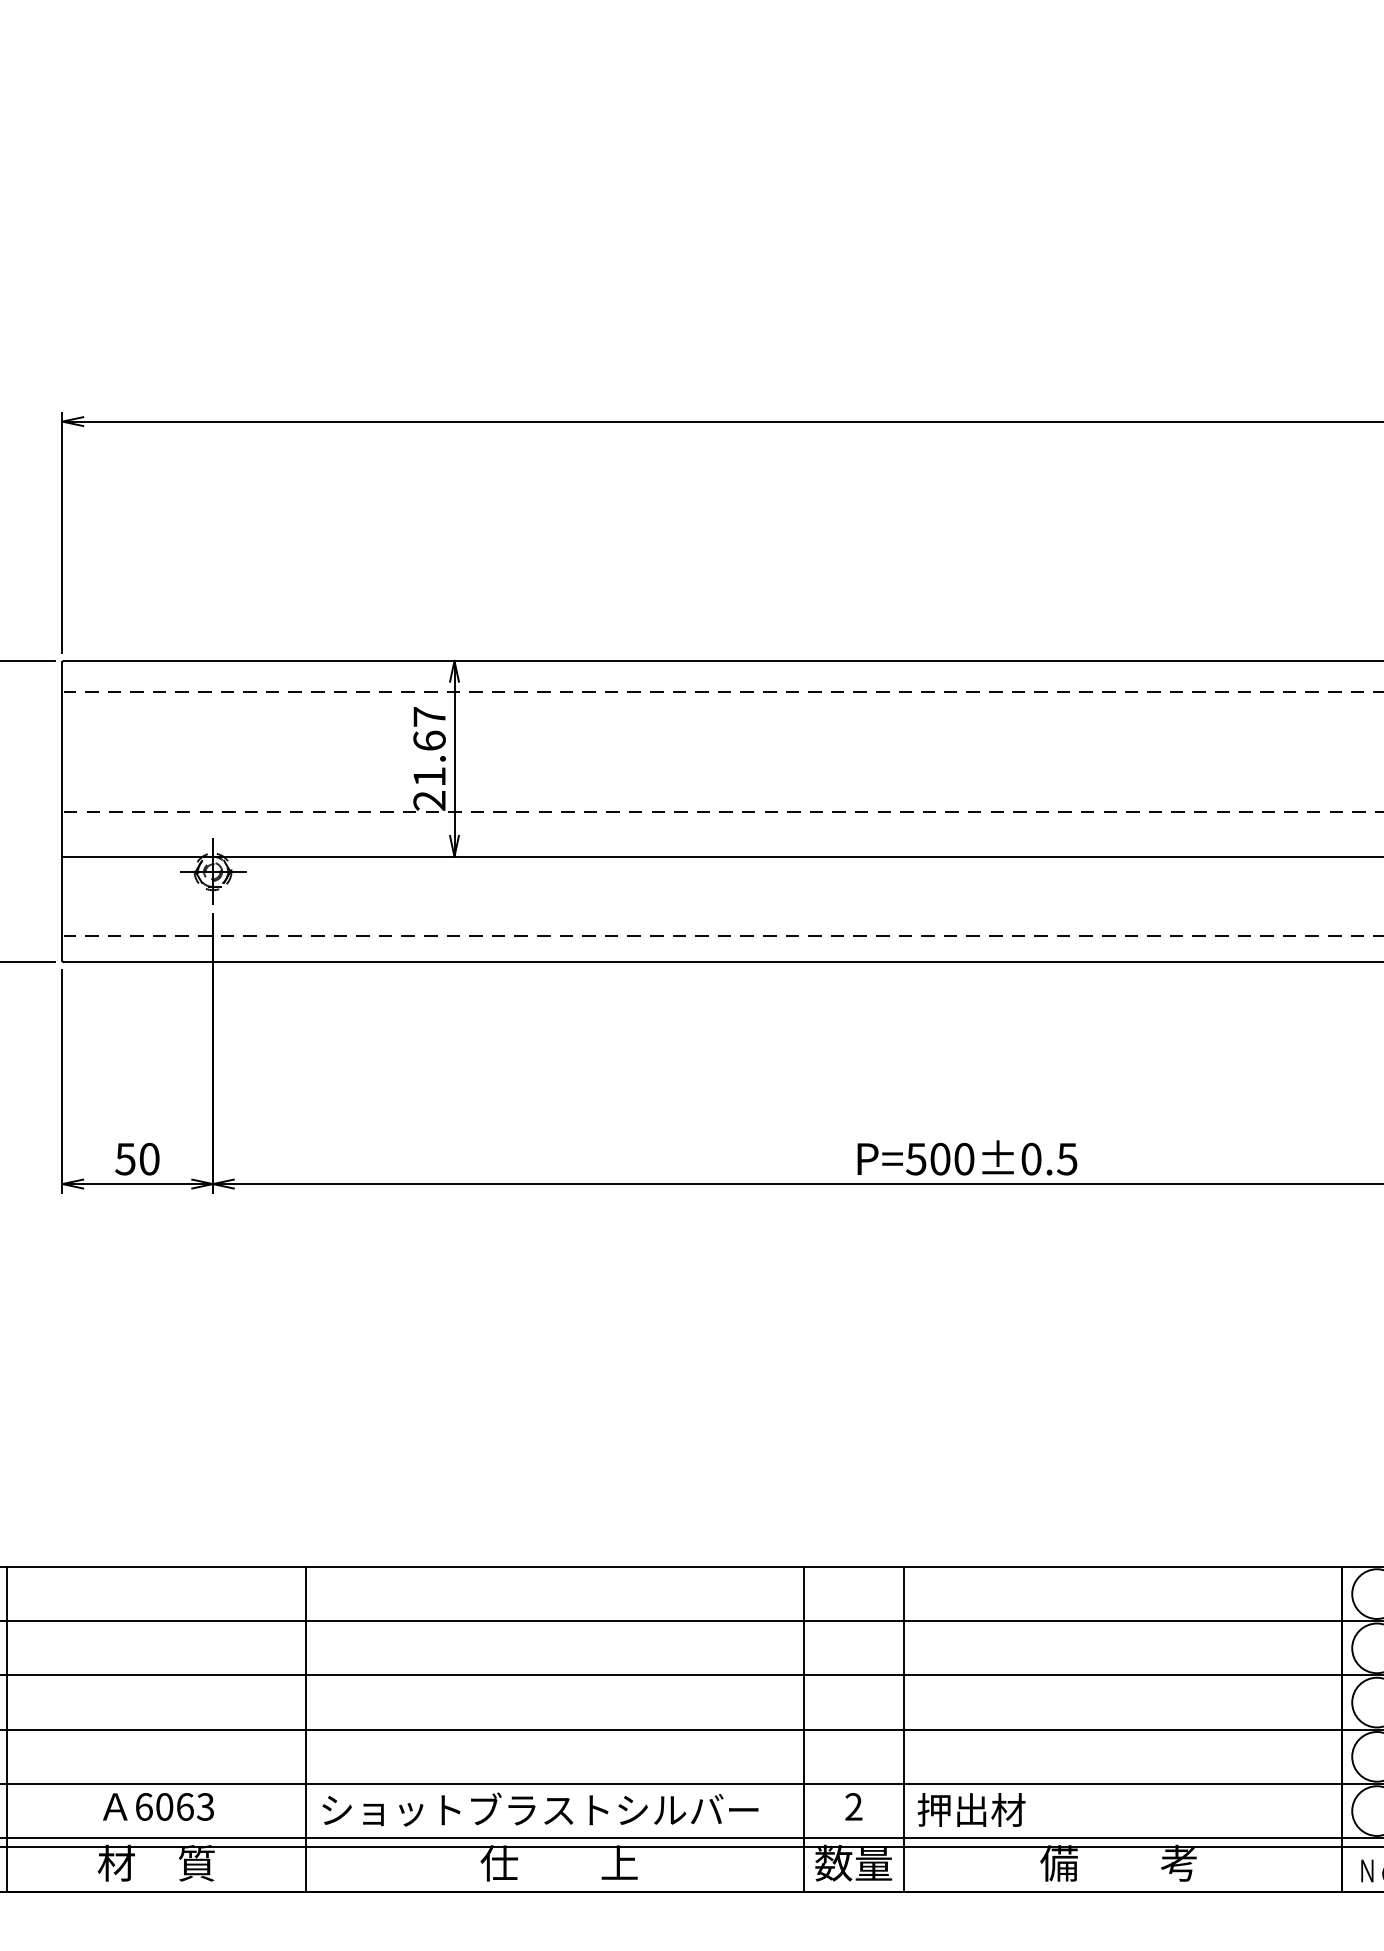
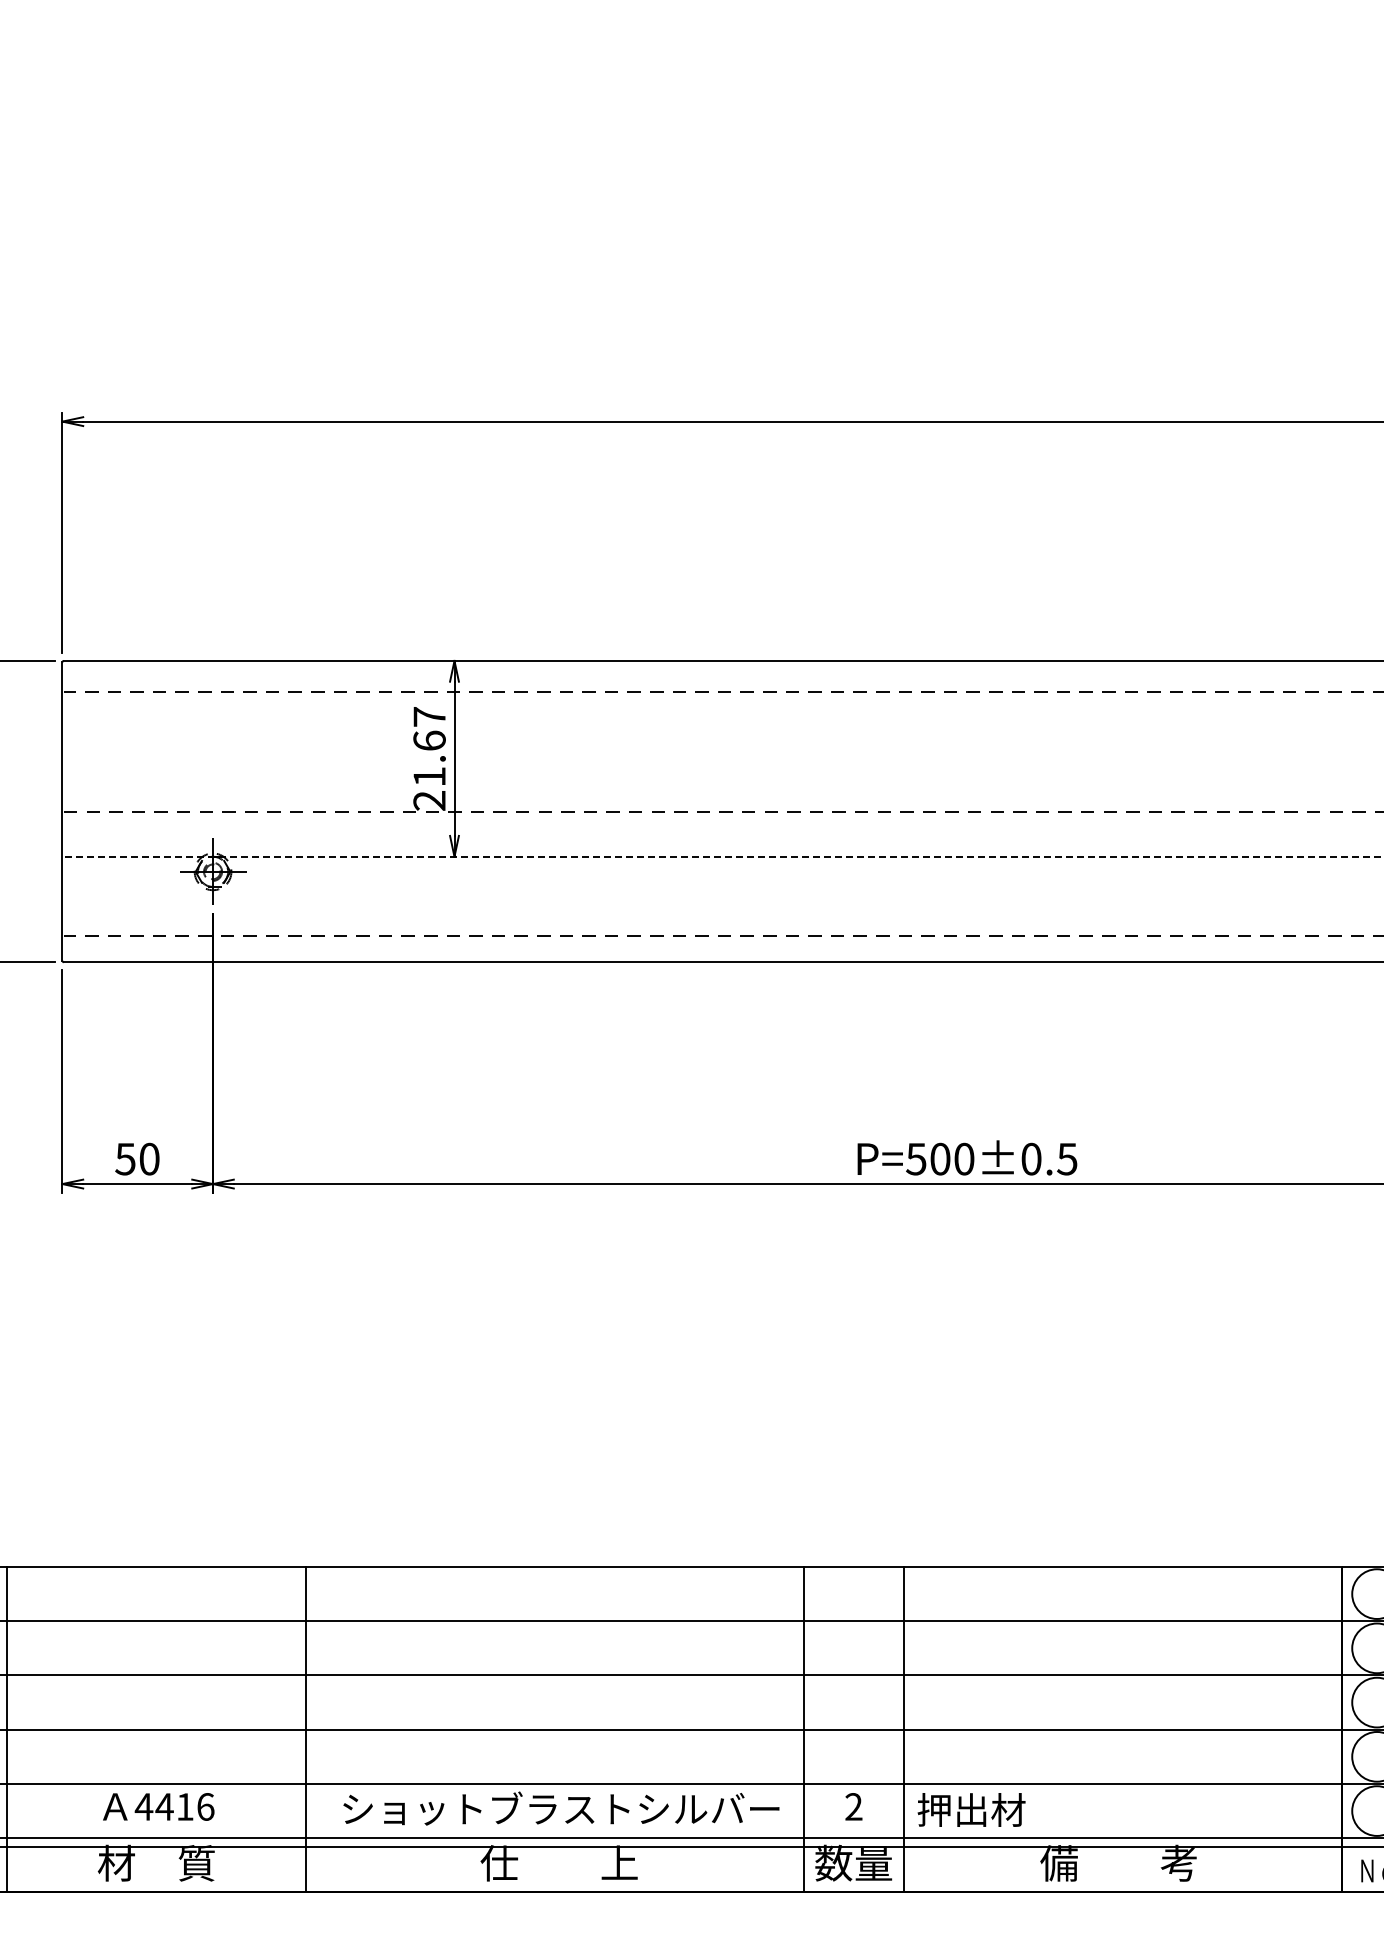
line at (722, 856): solid -> dashed
text at (174, 1806): 6063 -> 4416
text at (540, 1809) position: (540, 1809) -> (561, 1808)
